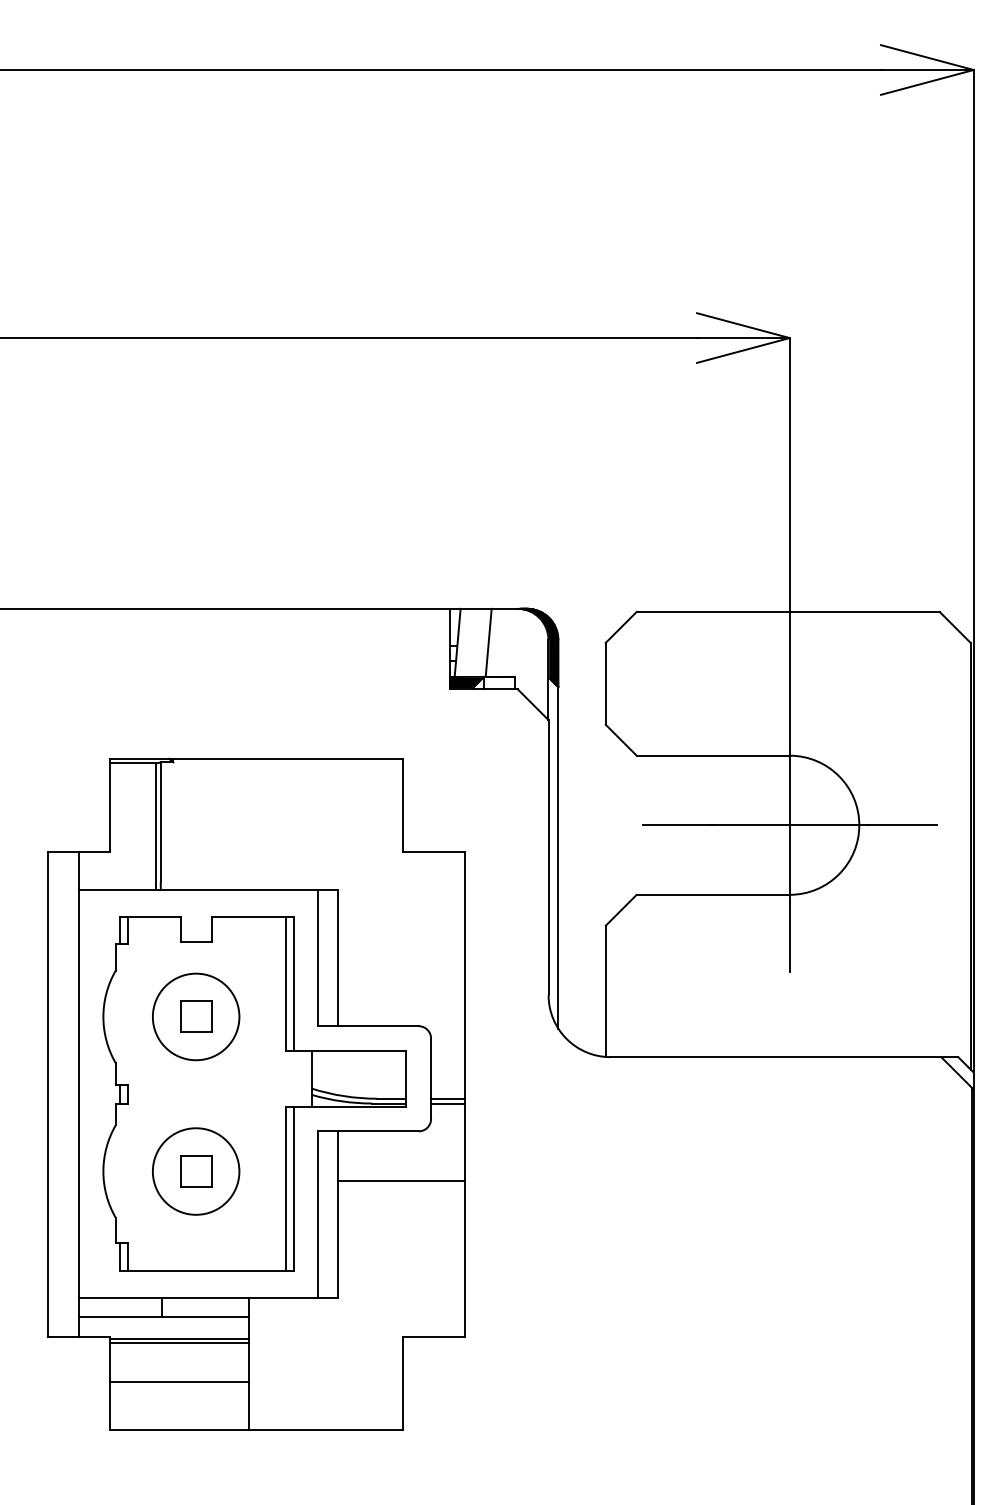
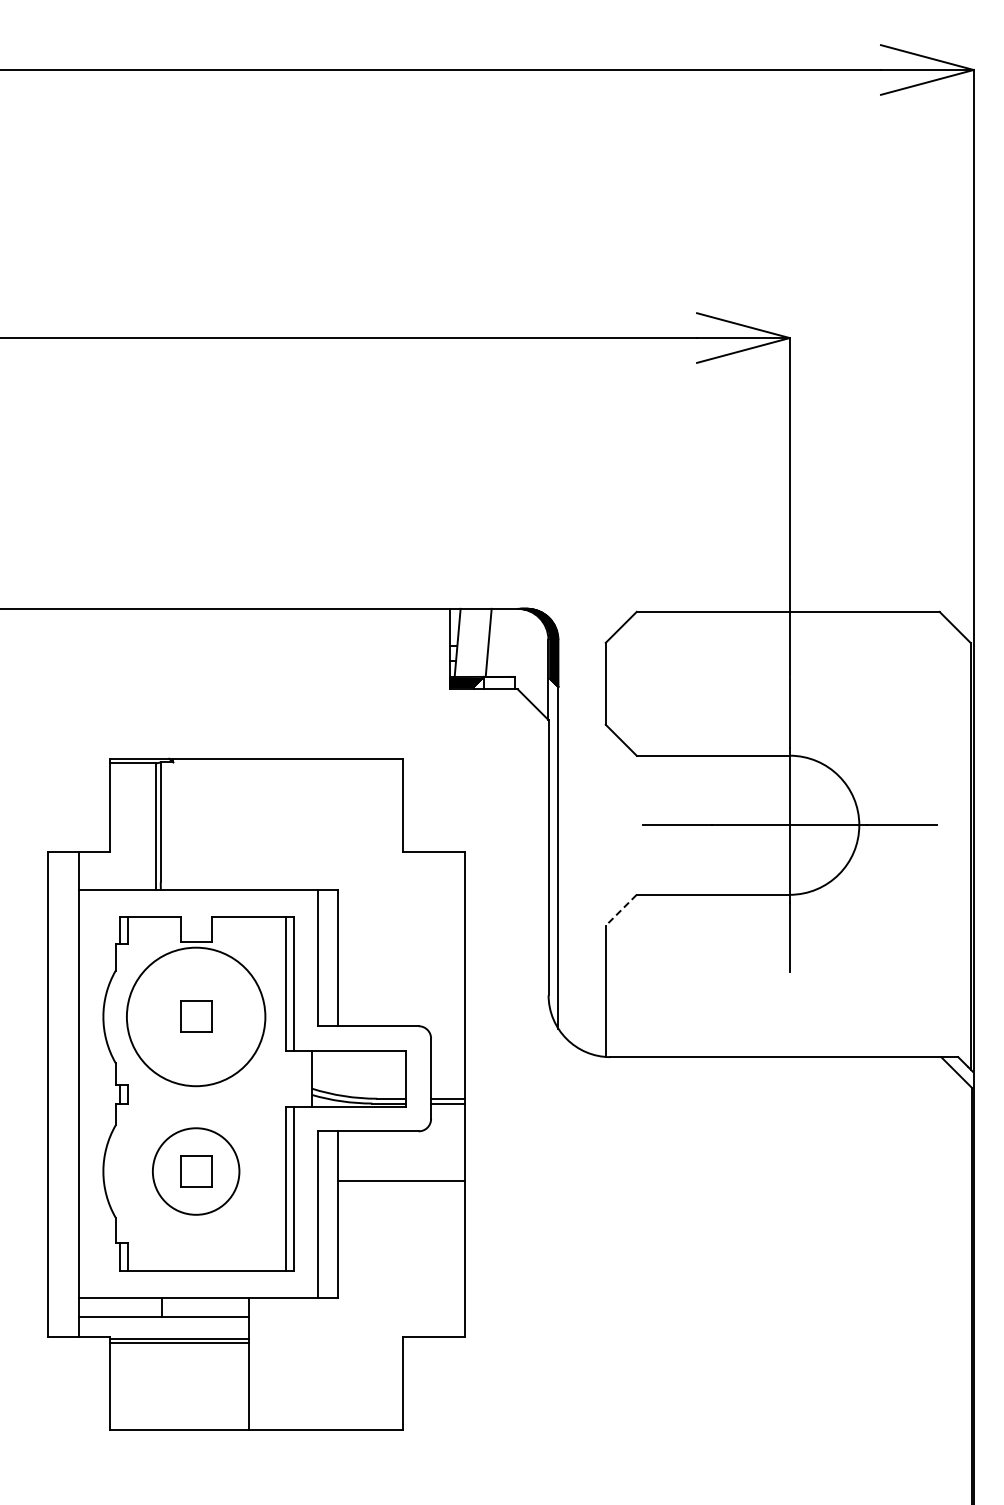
line at (621, 910): solid -> dashed
circle at (195, 1016) diameter: 87 px -> 139 px
line at (178, 1381): present -> none
